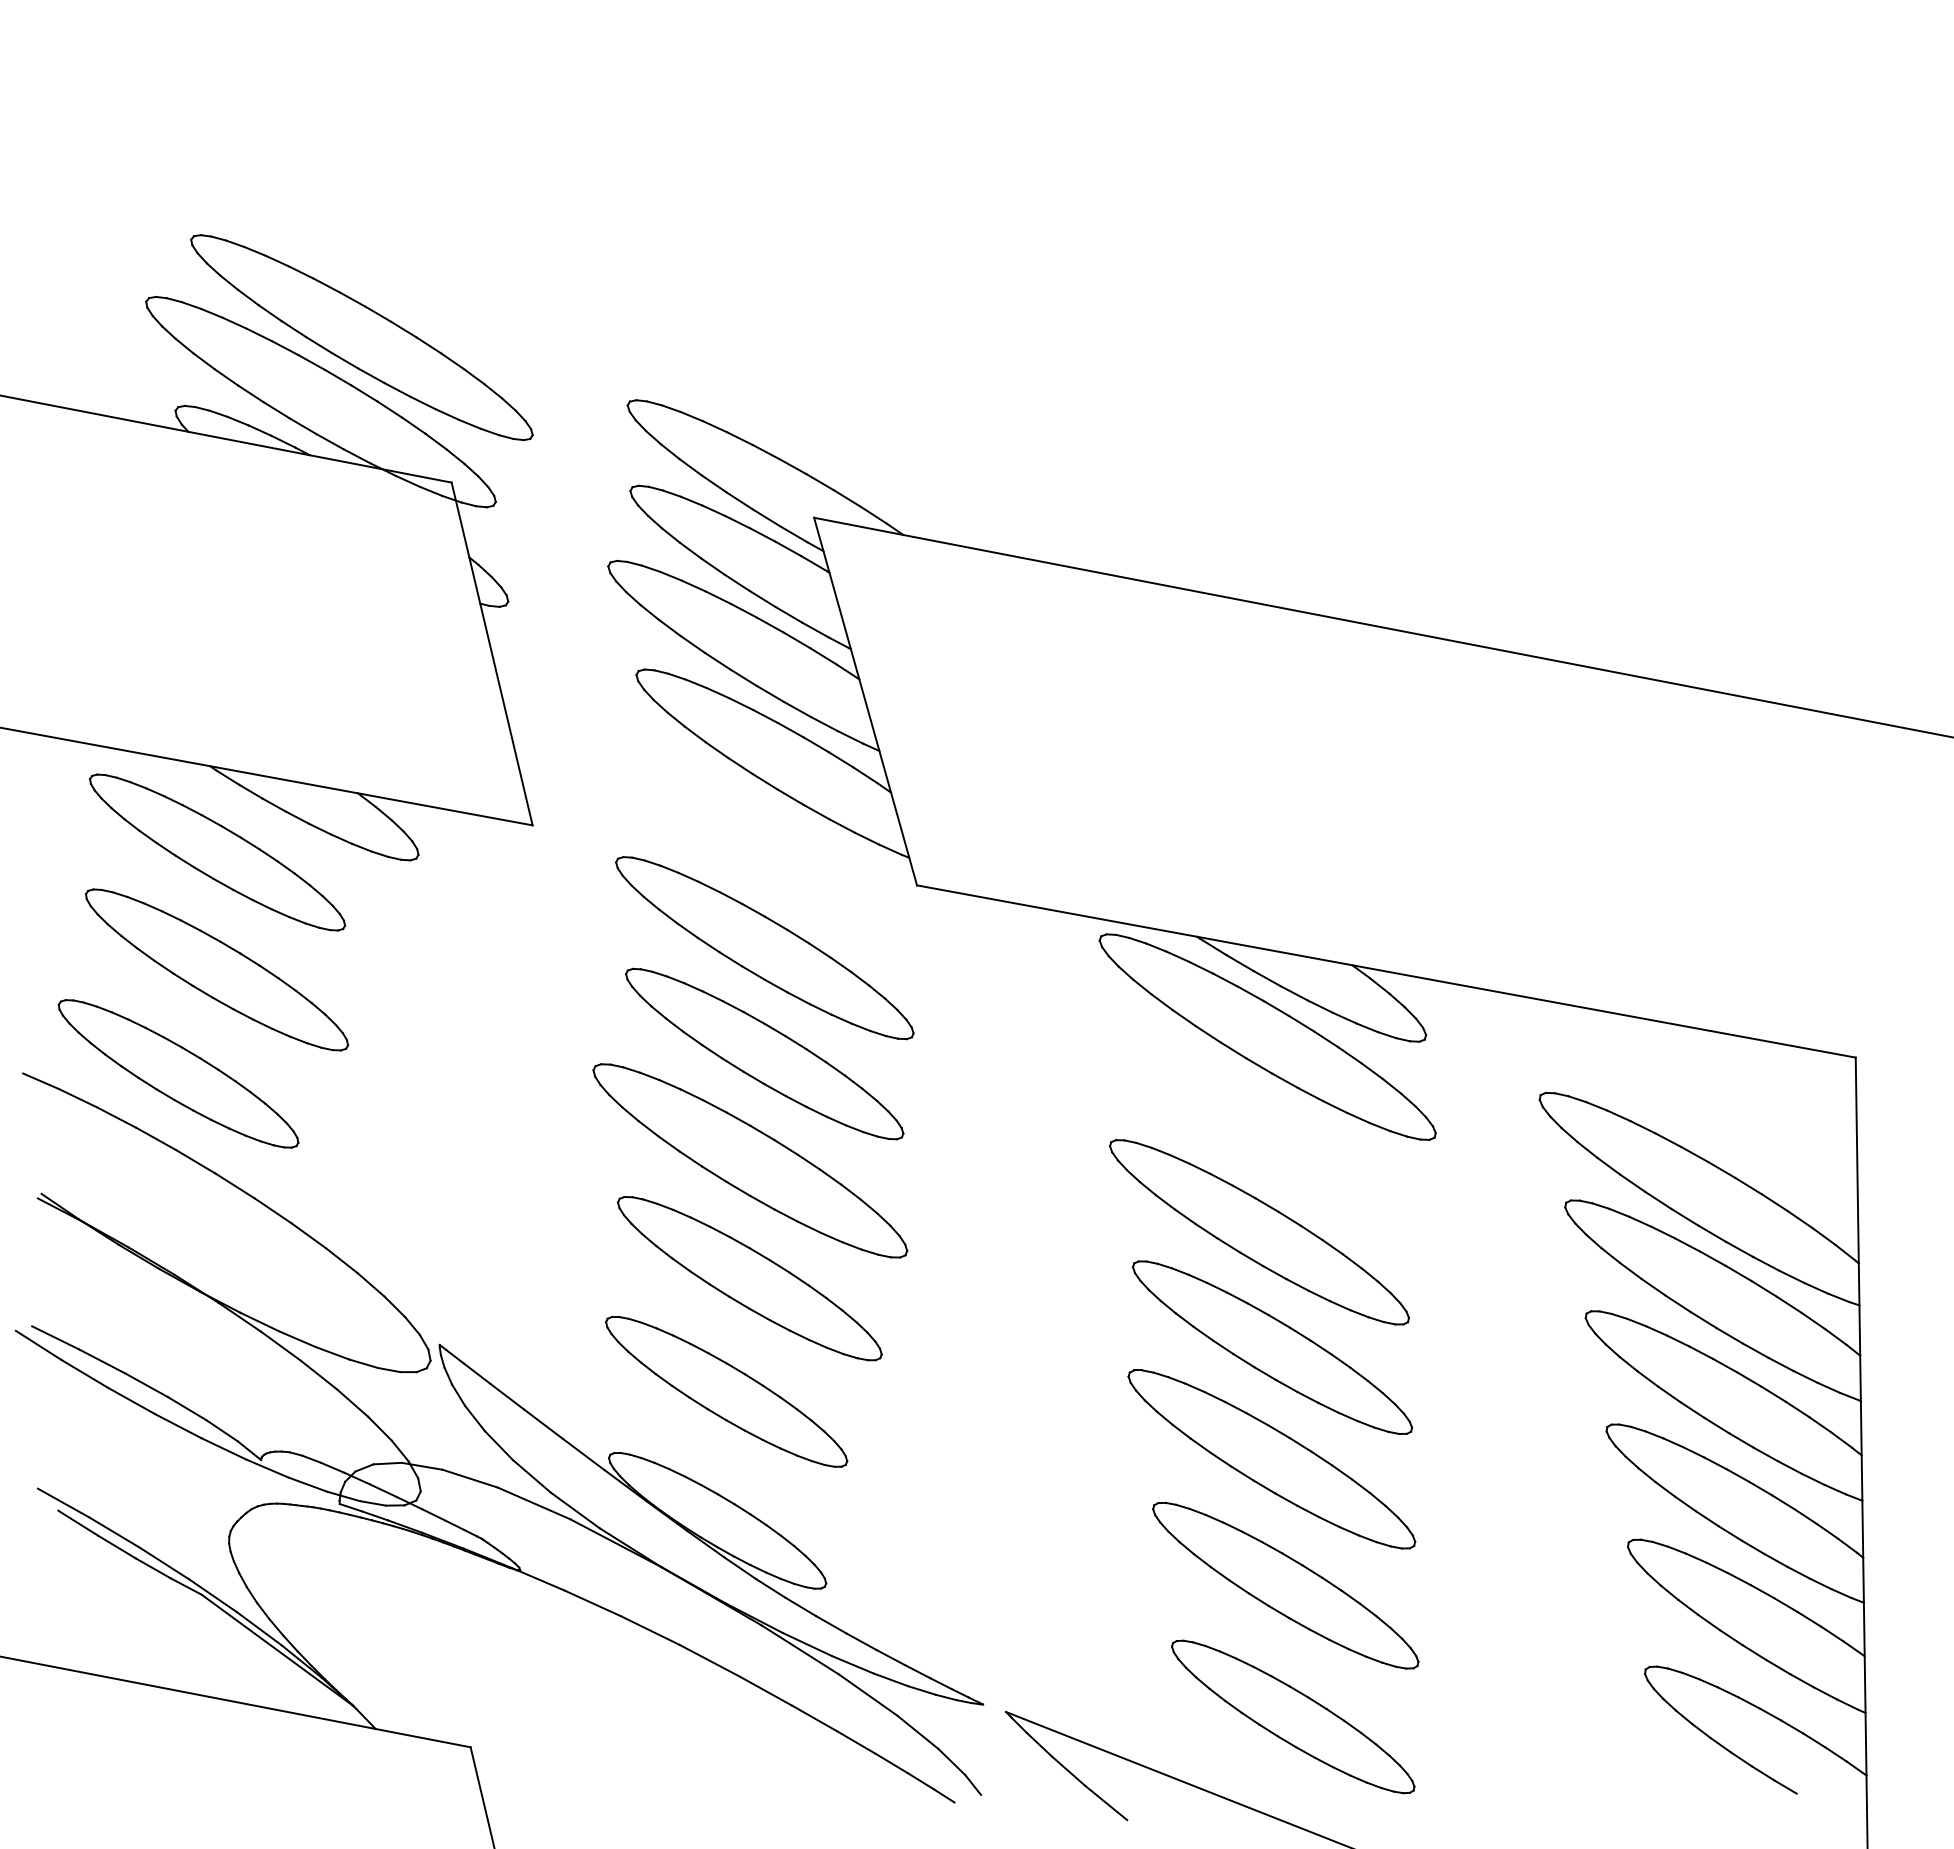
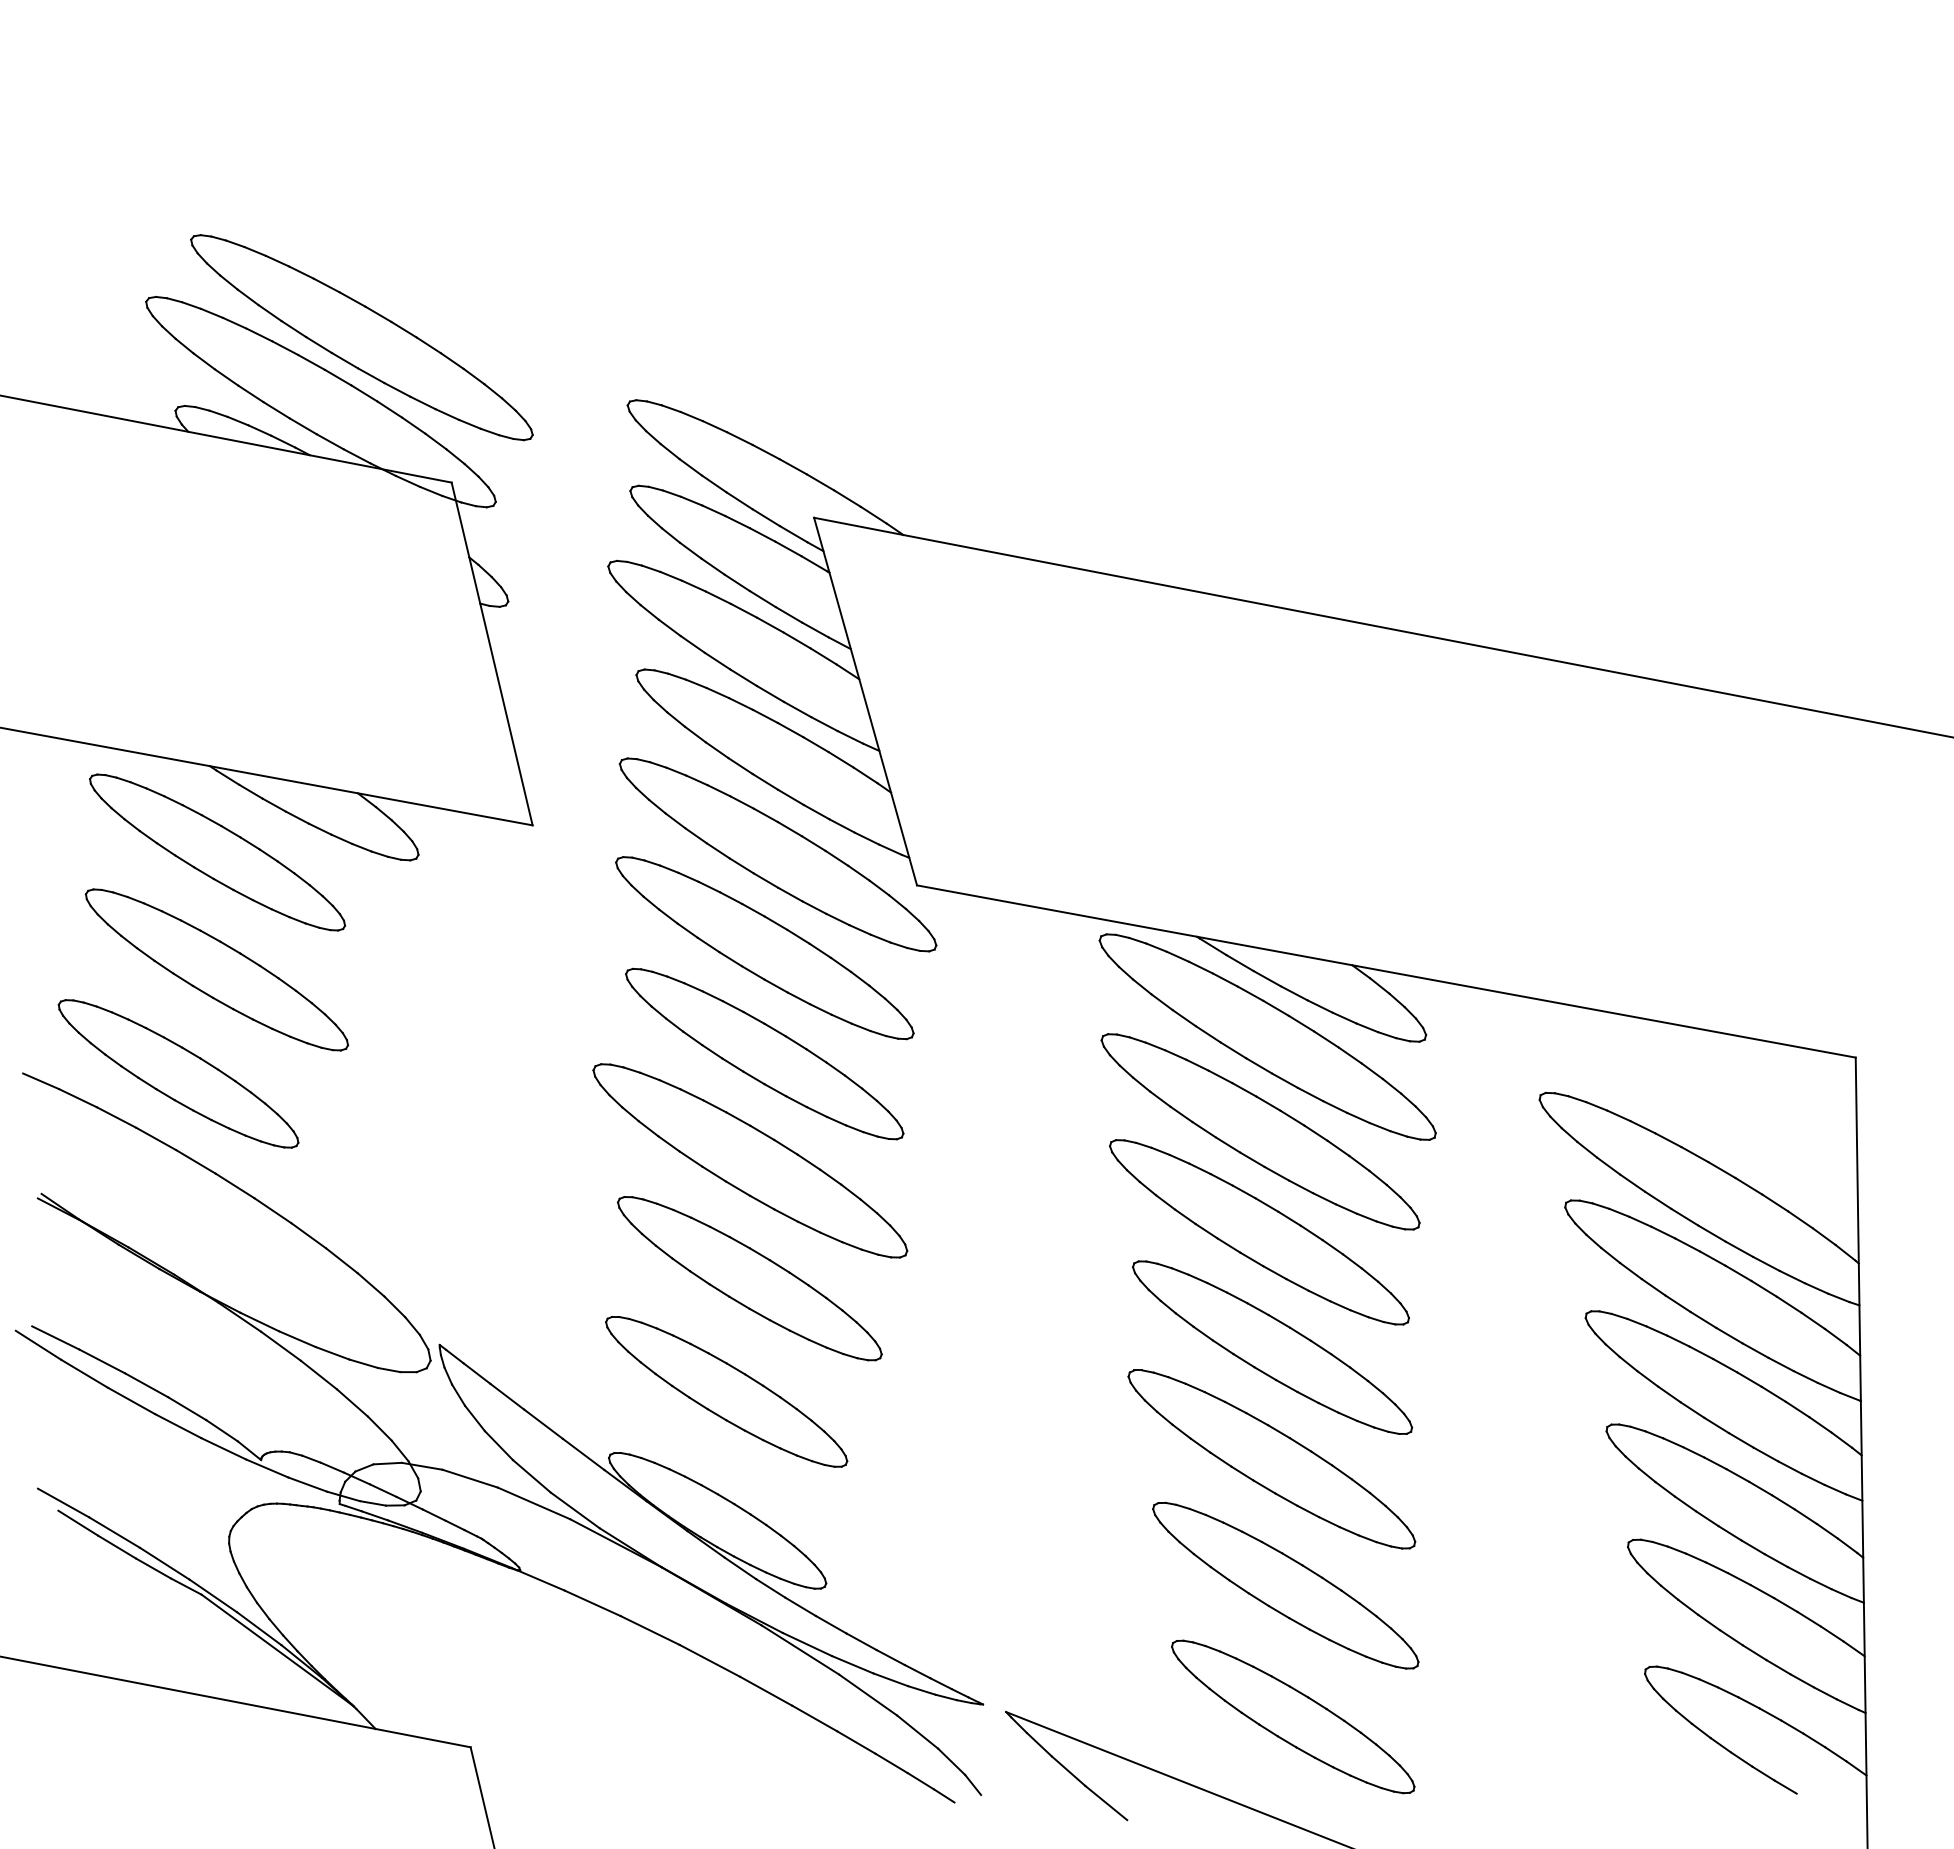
part at (777, 854): none -> present
part at (1260, 1131): none -> present
